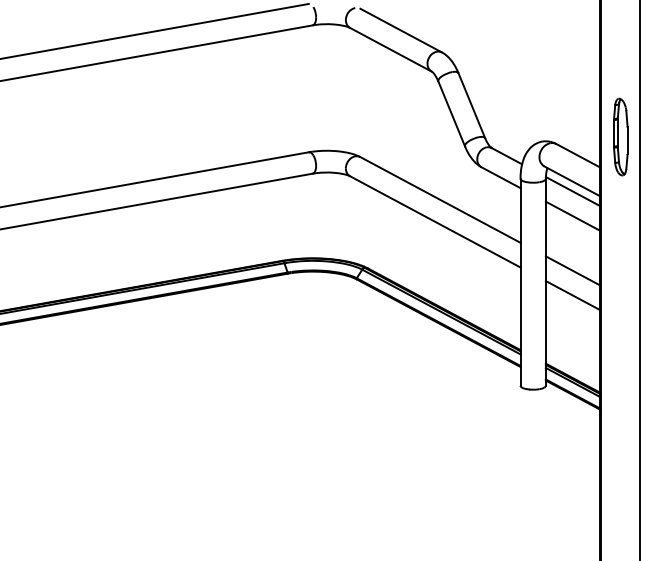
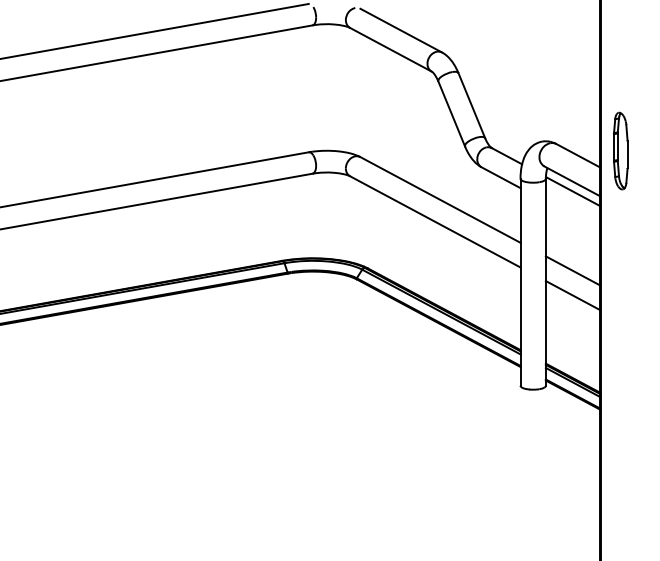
part at (620, 136) position: (620, 136) -> (620, 150)
line at (572, 215): present -> none
line at (640, 279): present -> none
